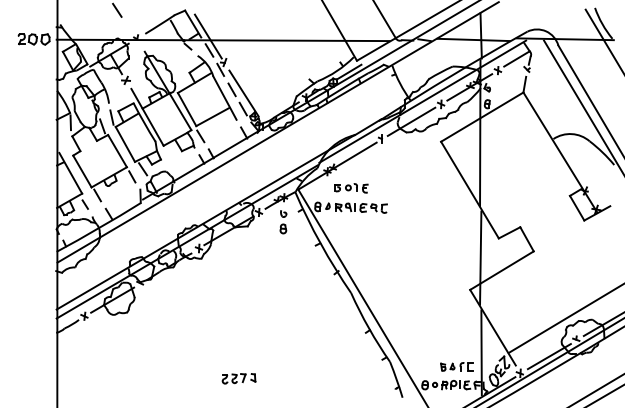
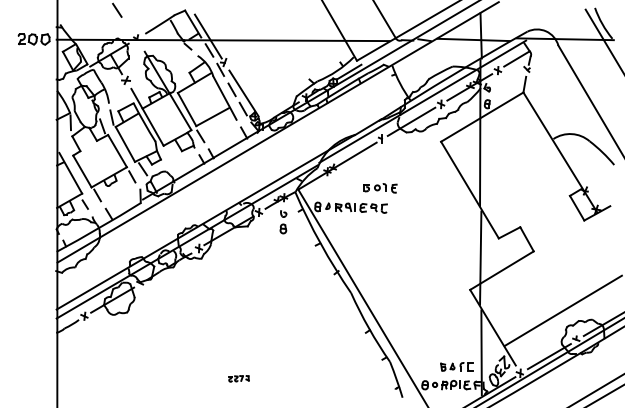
line at (582, 105): present -> none
part at (351, 188) position: (351, 188) -> (380, 188)
line at (564, 319) position: (564, 319) -> (562, 310)
part at (238, 378) size: 36x12 px -> 22x8 px
